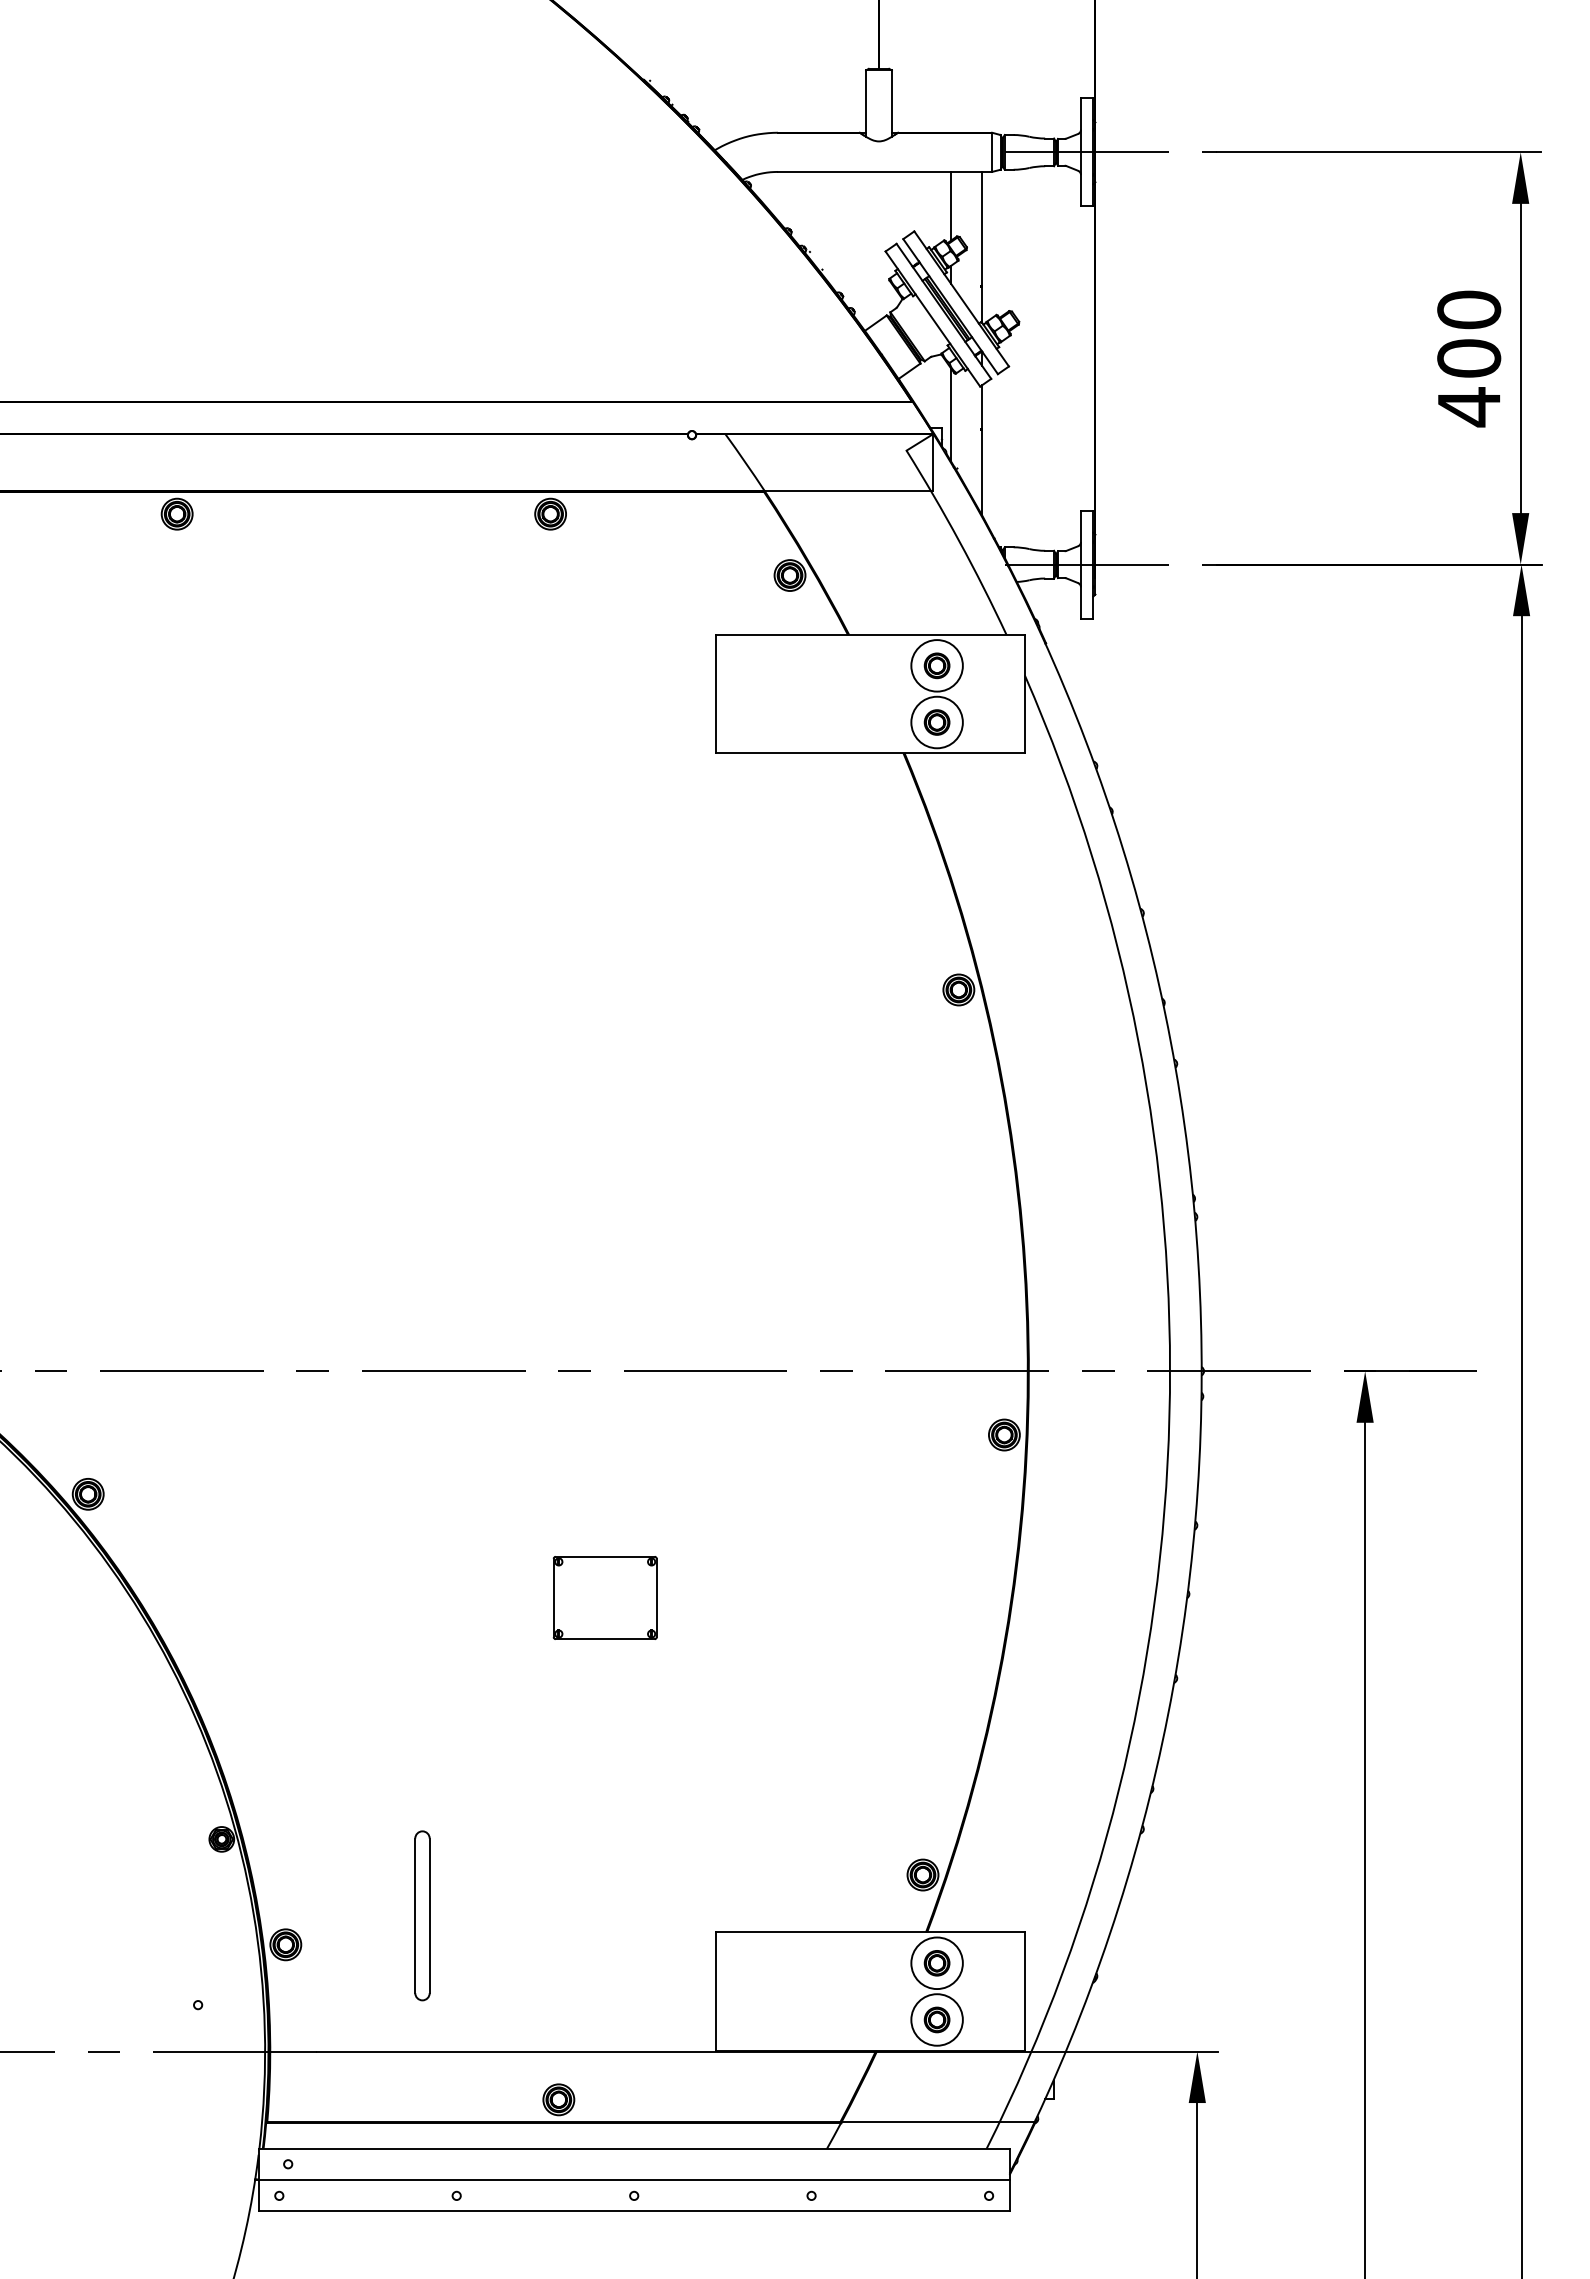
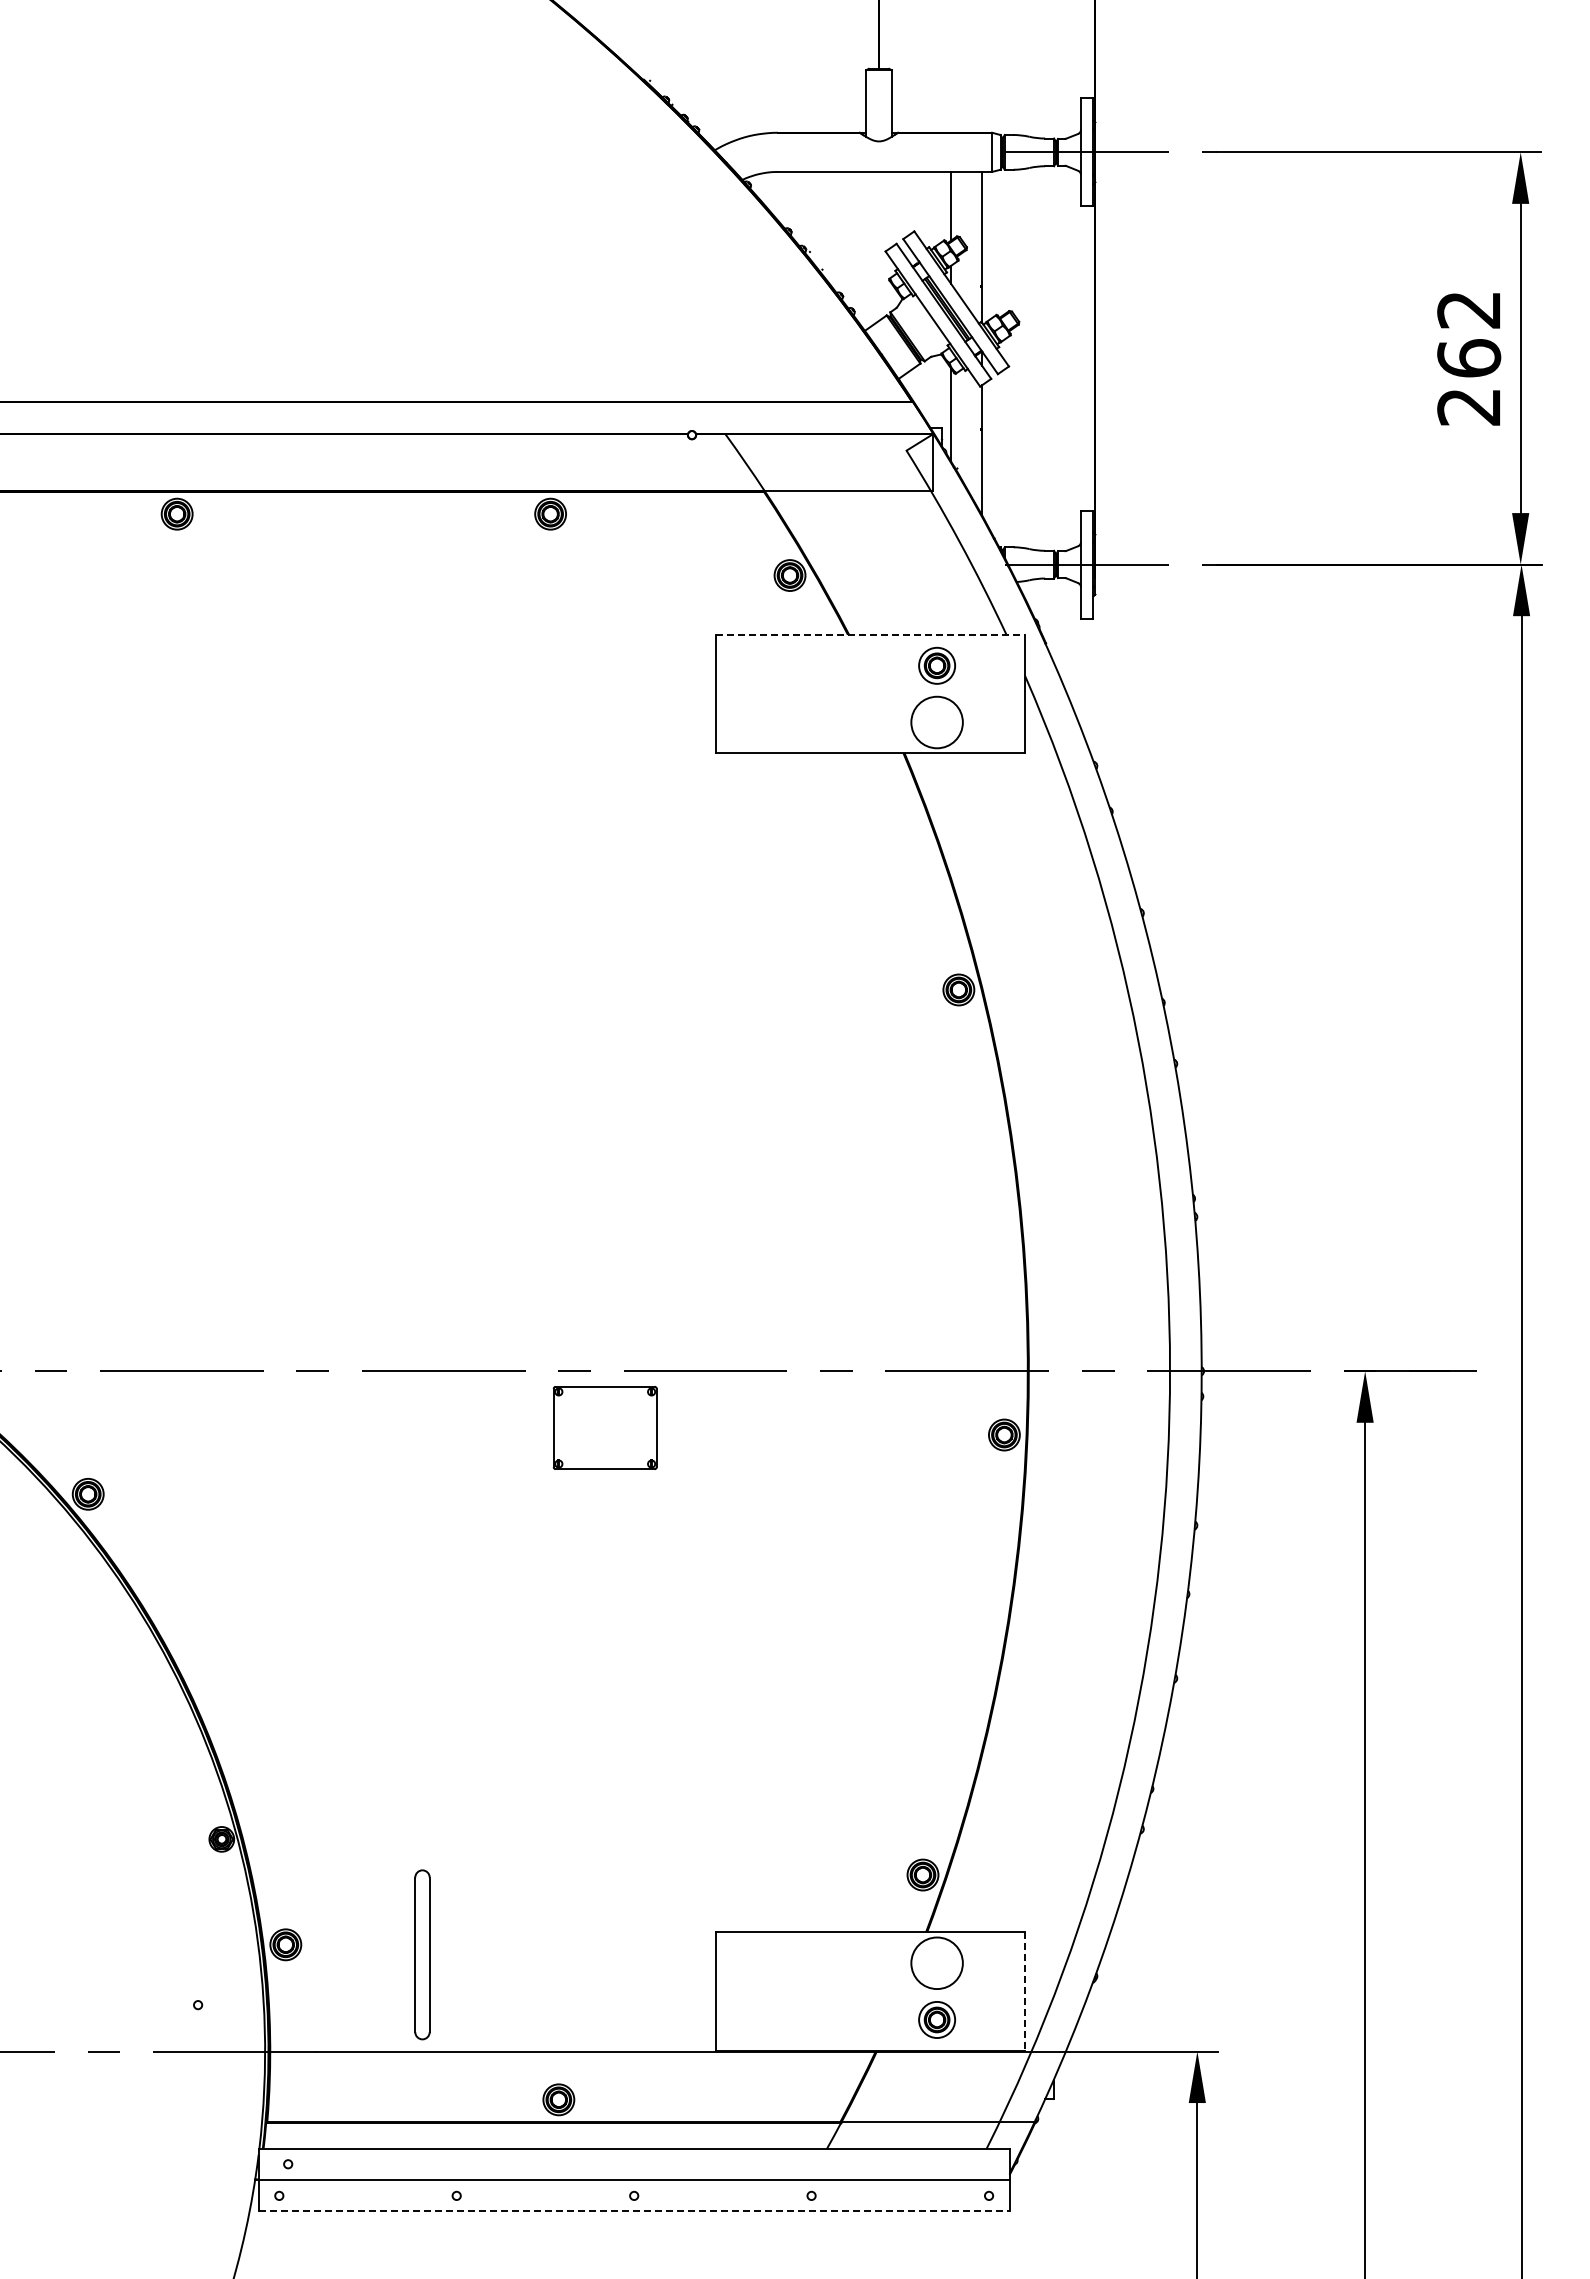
text at (1469, 358): 400 -> 262
line at (870, 634): solid -> dashed
circle at (936, 665) diameter: 52 px -> 36 px
part at (936, 722): present -> none
part at (604, 1597) position: (604, 1597) -> (604, 1427)
part at (422, 1915) position: (422, 1915) -> (422, 1954)
part at (936, 1963): present -> none
line at (1024, 1992): solid -> dashed
circle at (936, 2019) diameter: 52 px -> 36 px
line at (634, 2210): solid -> dashed
